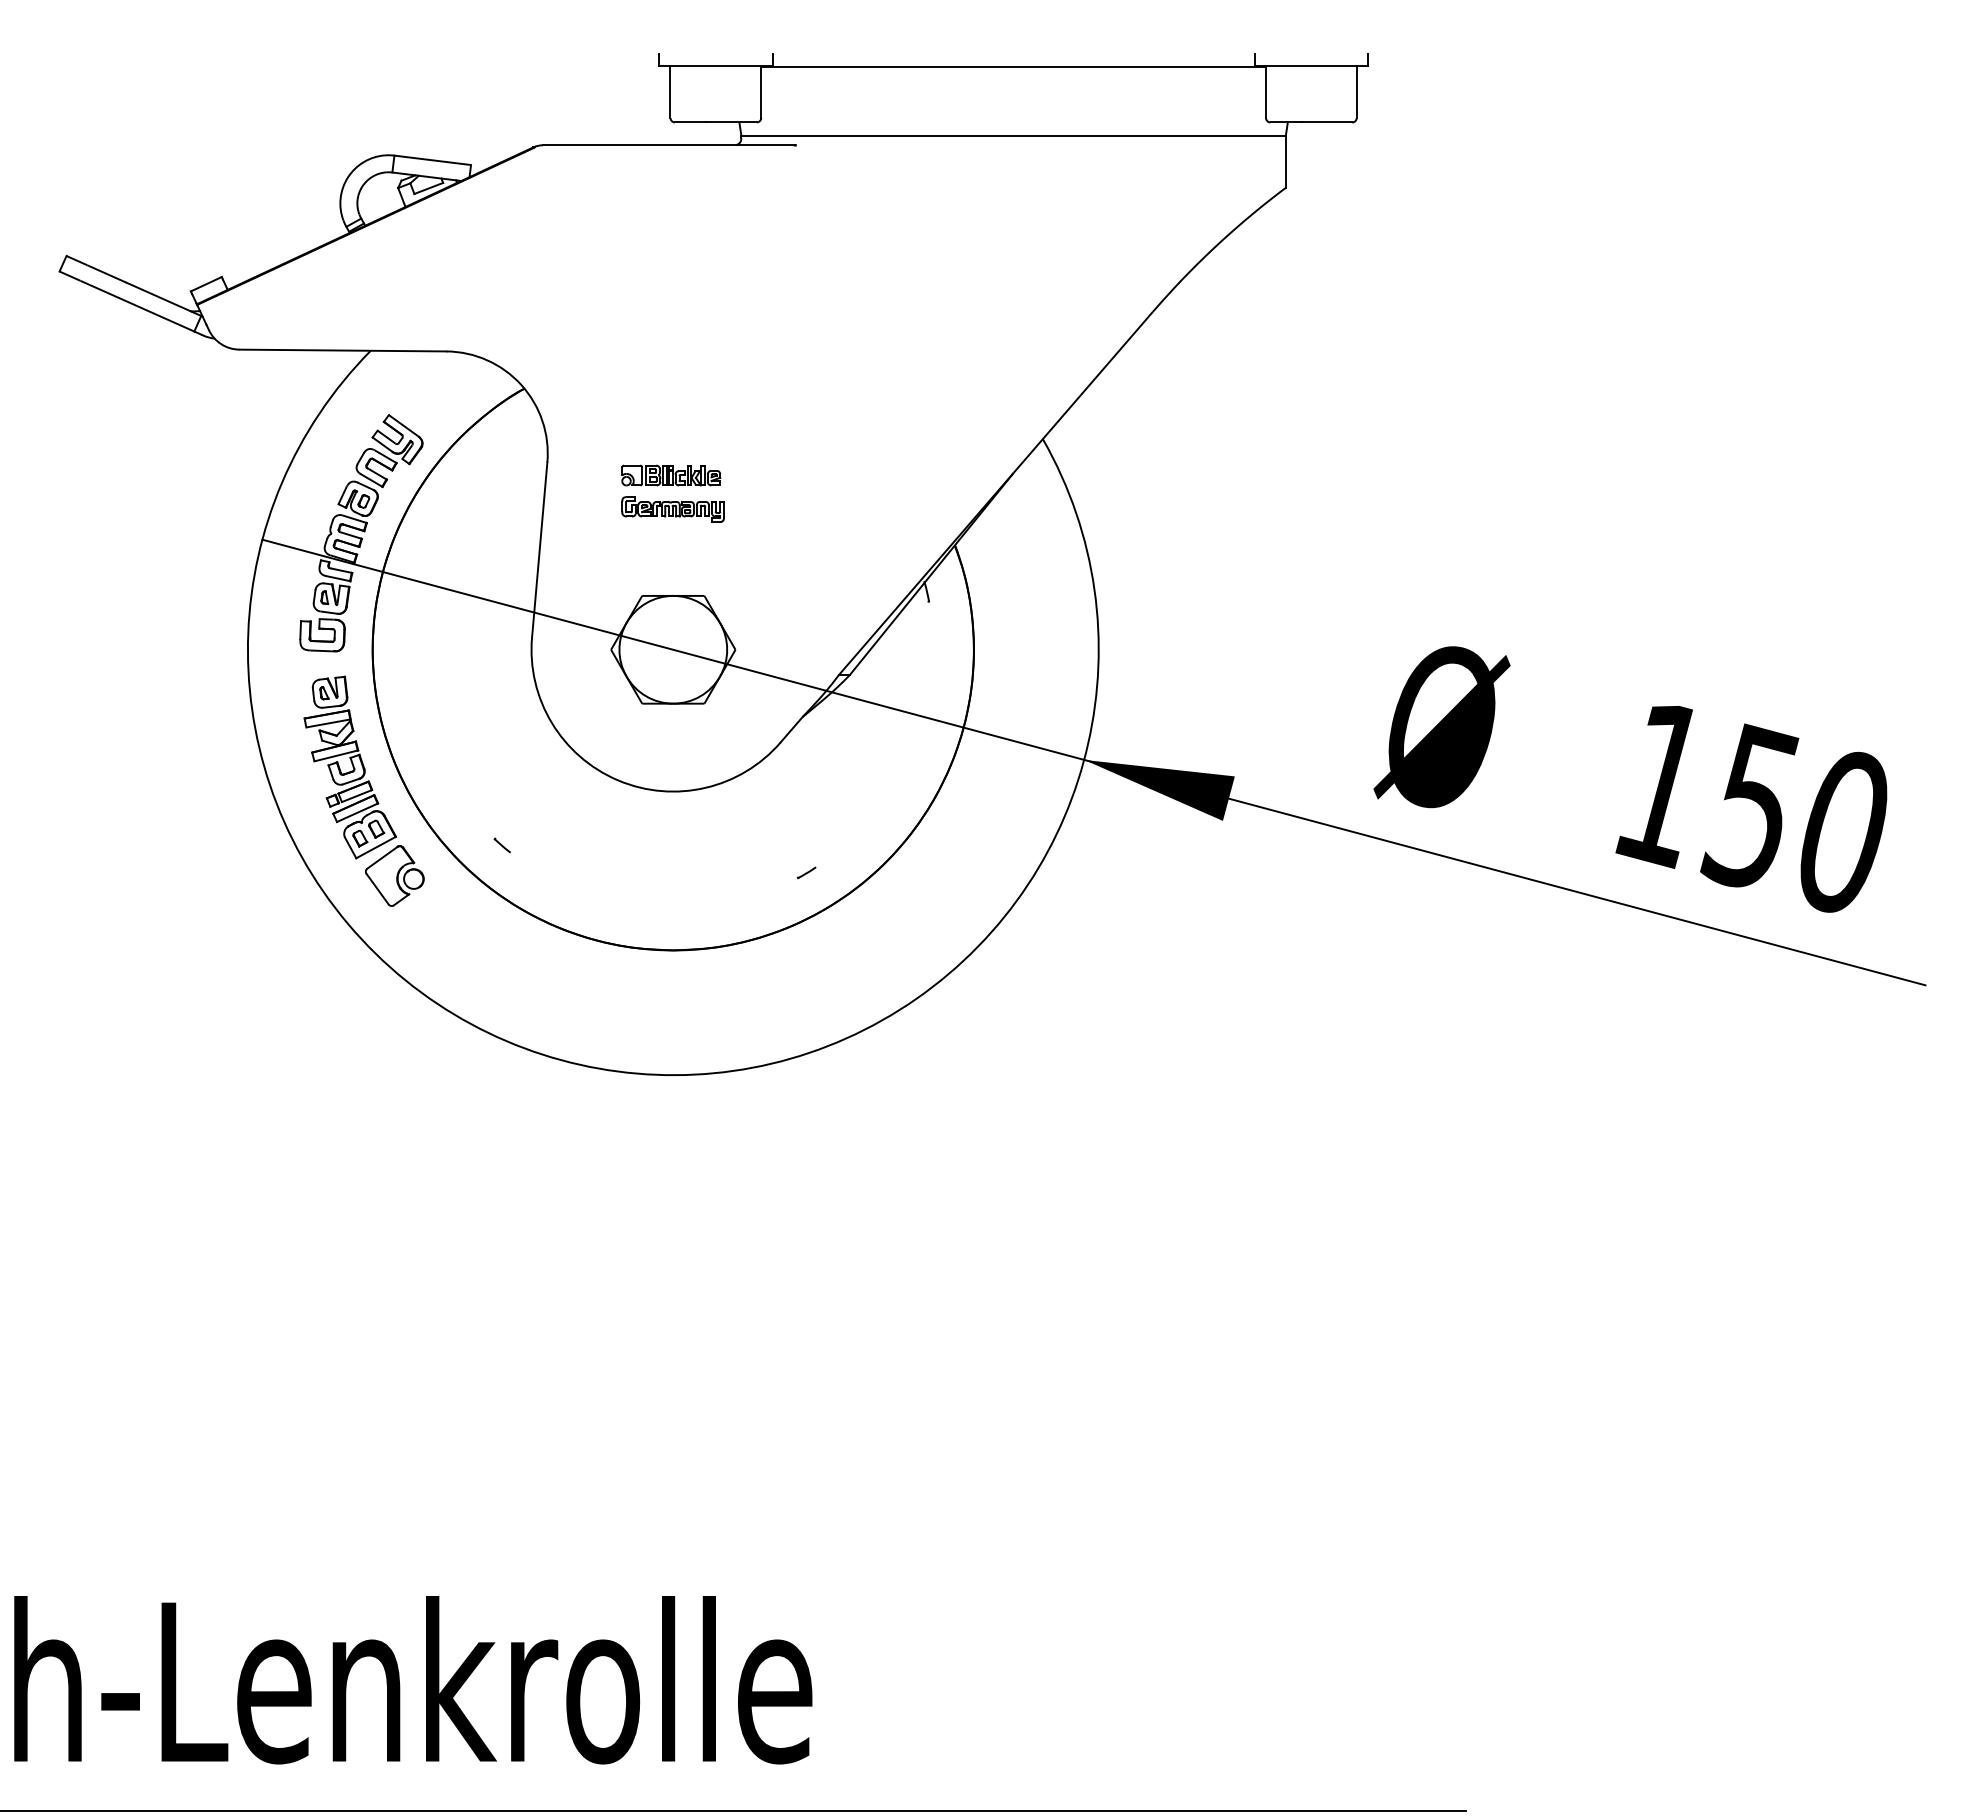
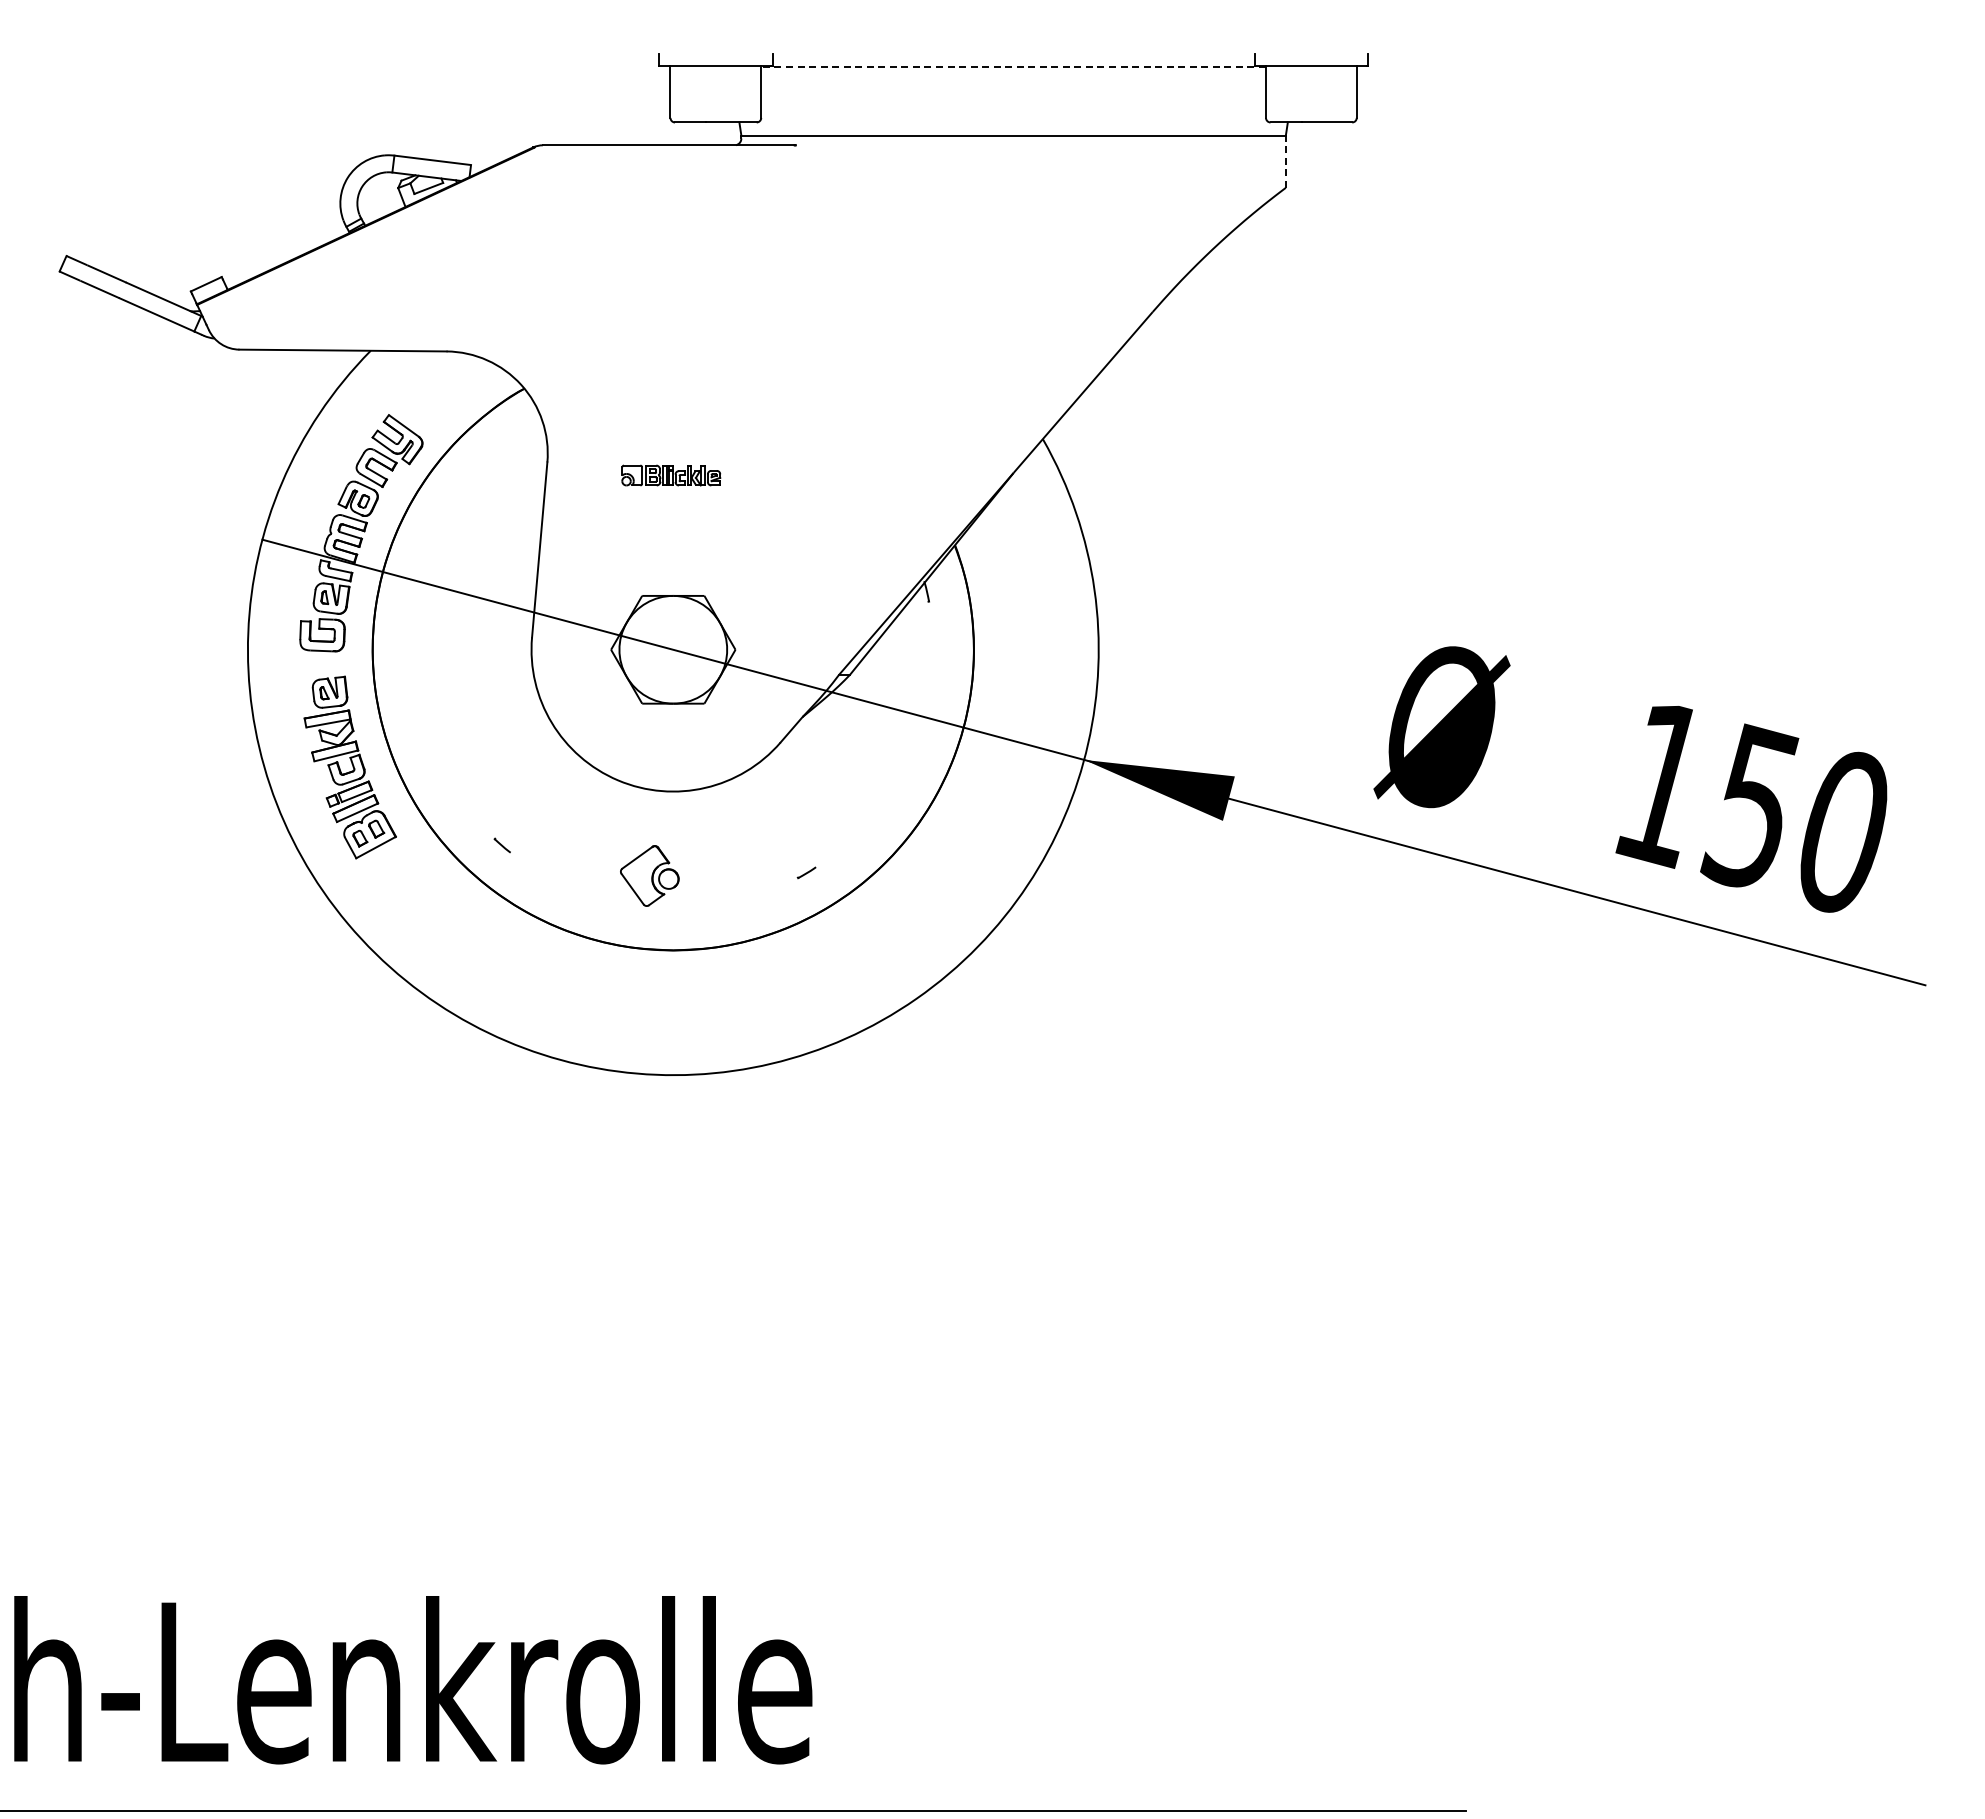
line at (1013, 67): solid -> dashed
line at (1285, 161): solid -> dashed
part at (672, 509): present -> none
part at (394, 875) position: (394, 875) -> (649, 875)
